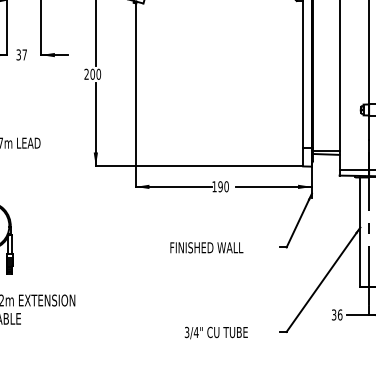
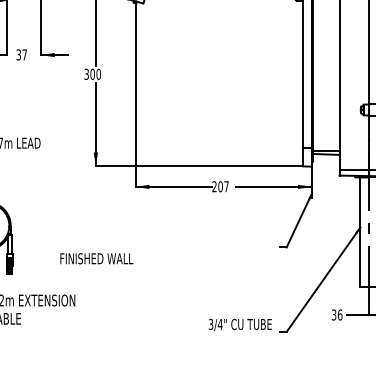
text at (86, 74): 200 -> 300
text at (220, 186): 190 -> 207
text at (206, 247) position: (206, 247) -> (96, 258)
text at (215, 332) position: (215, 332) -> (239, 324)
